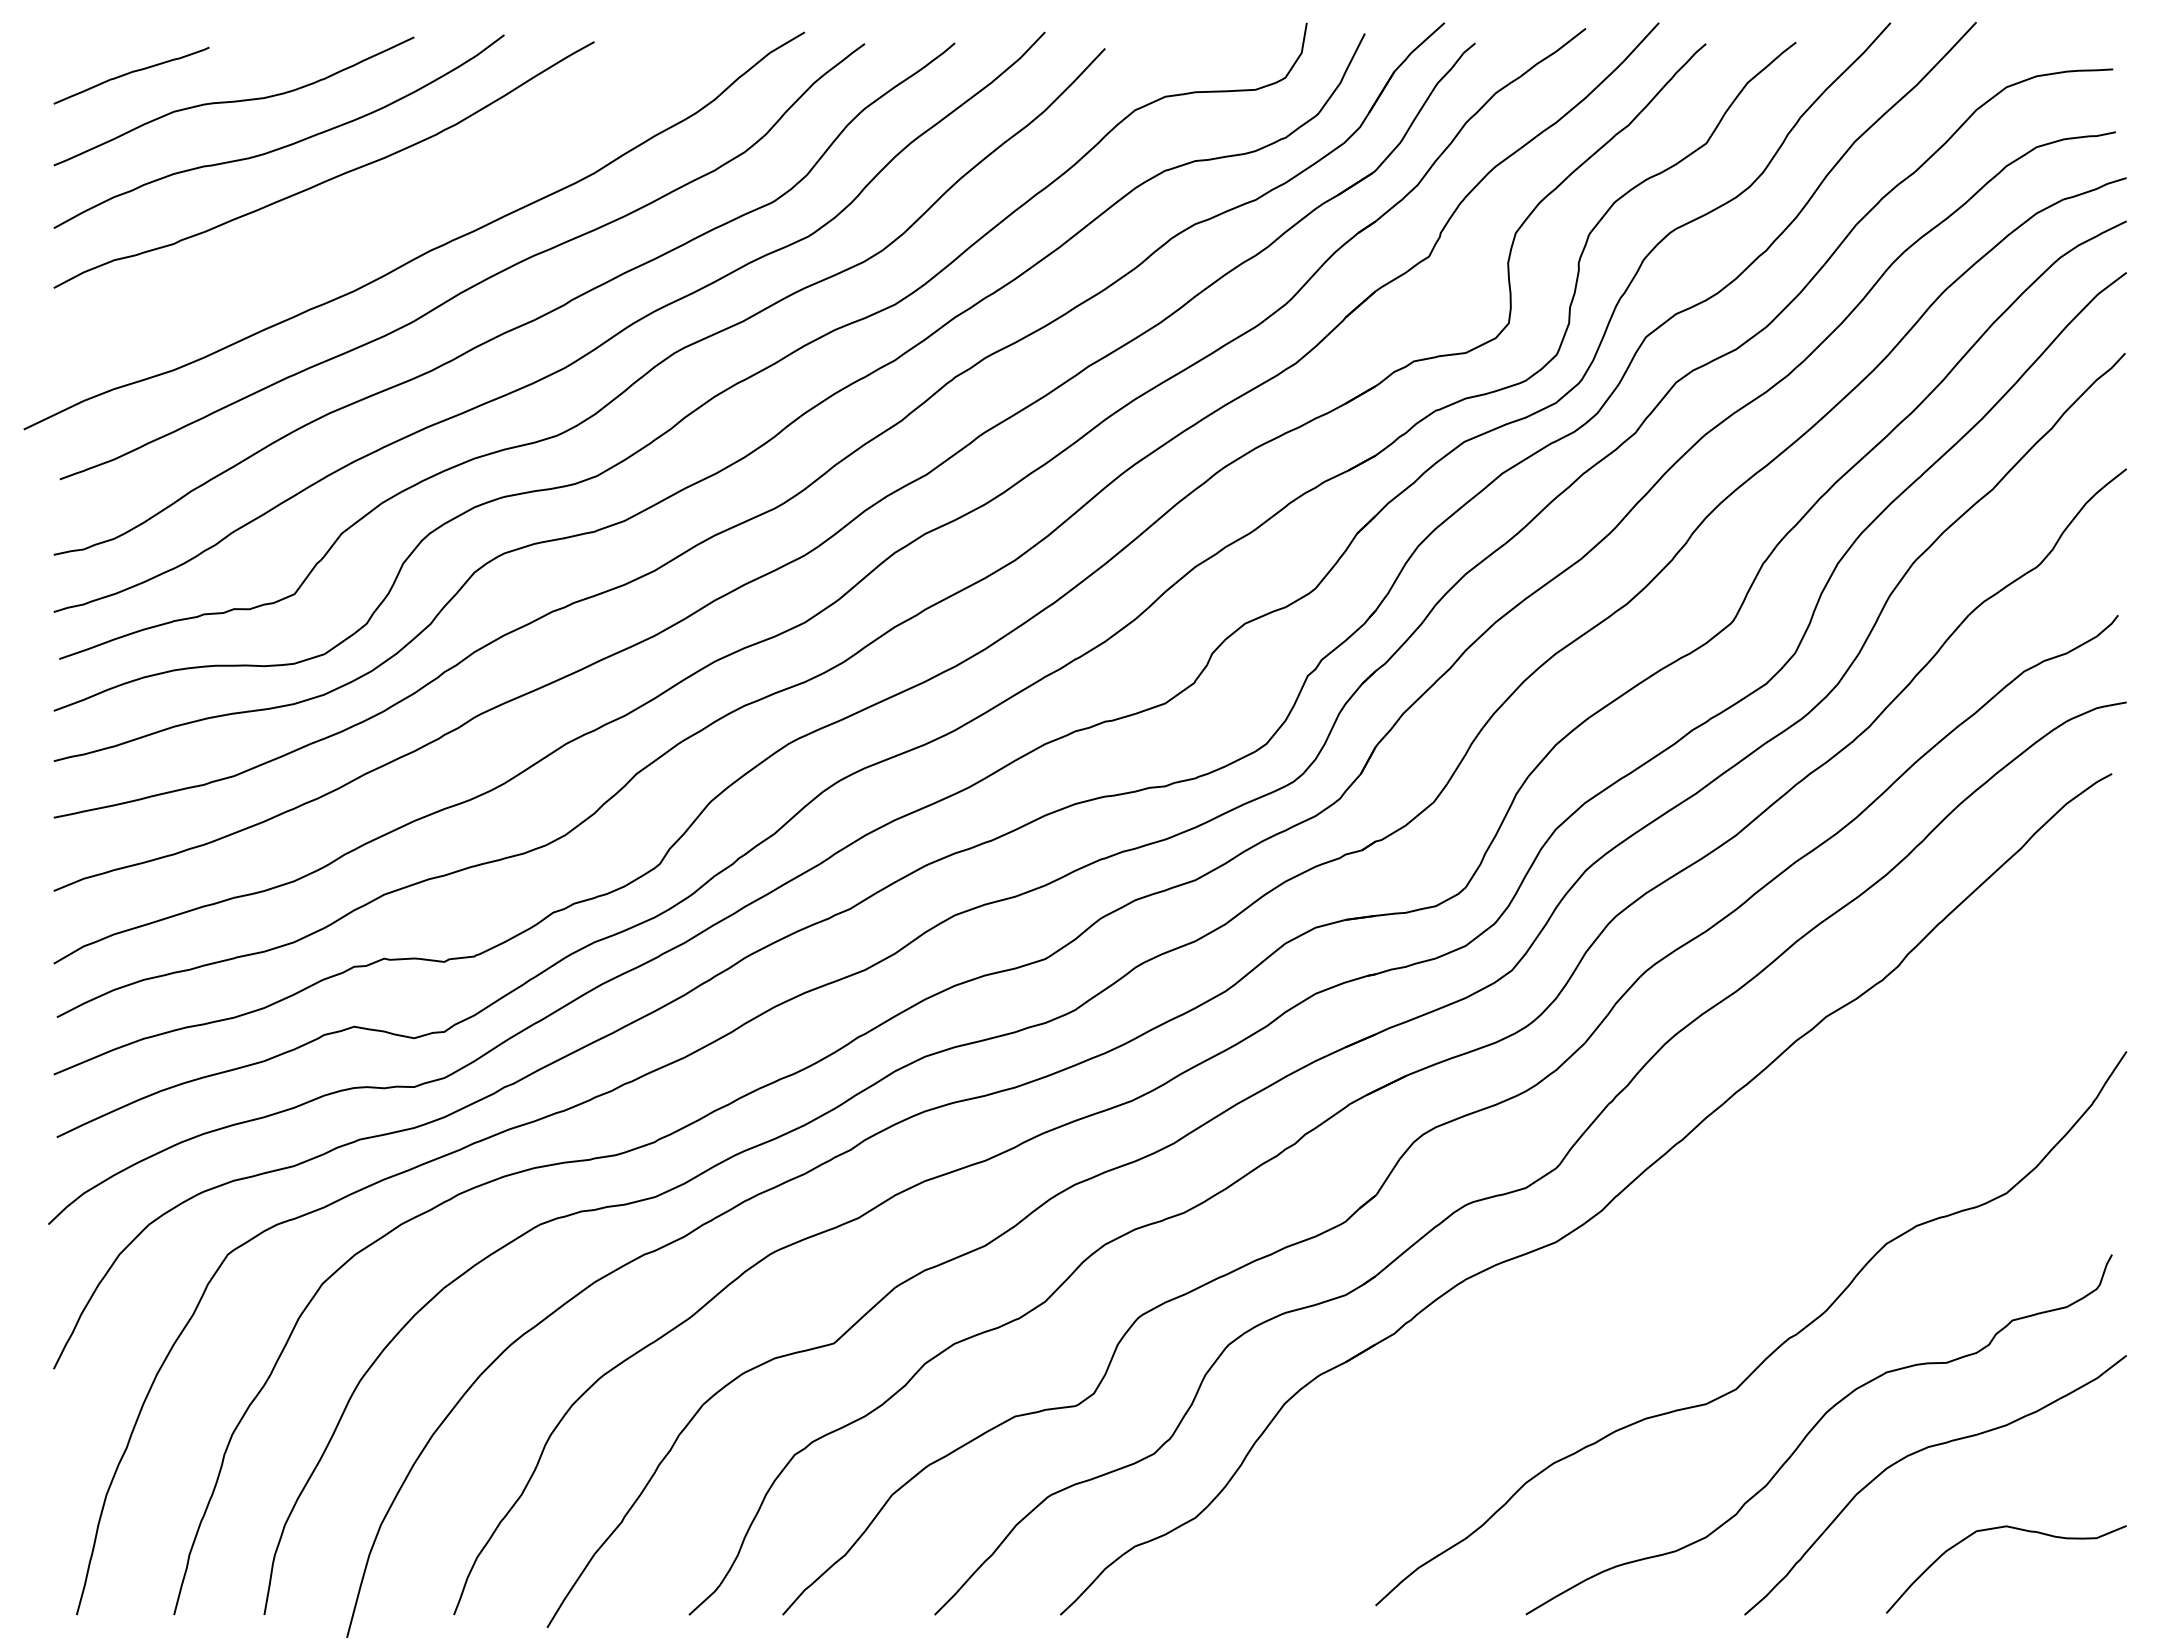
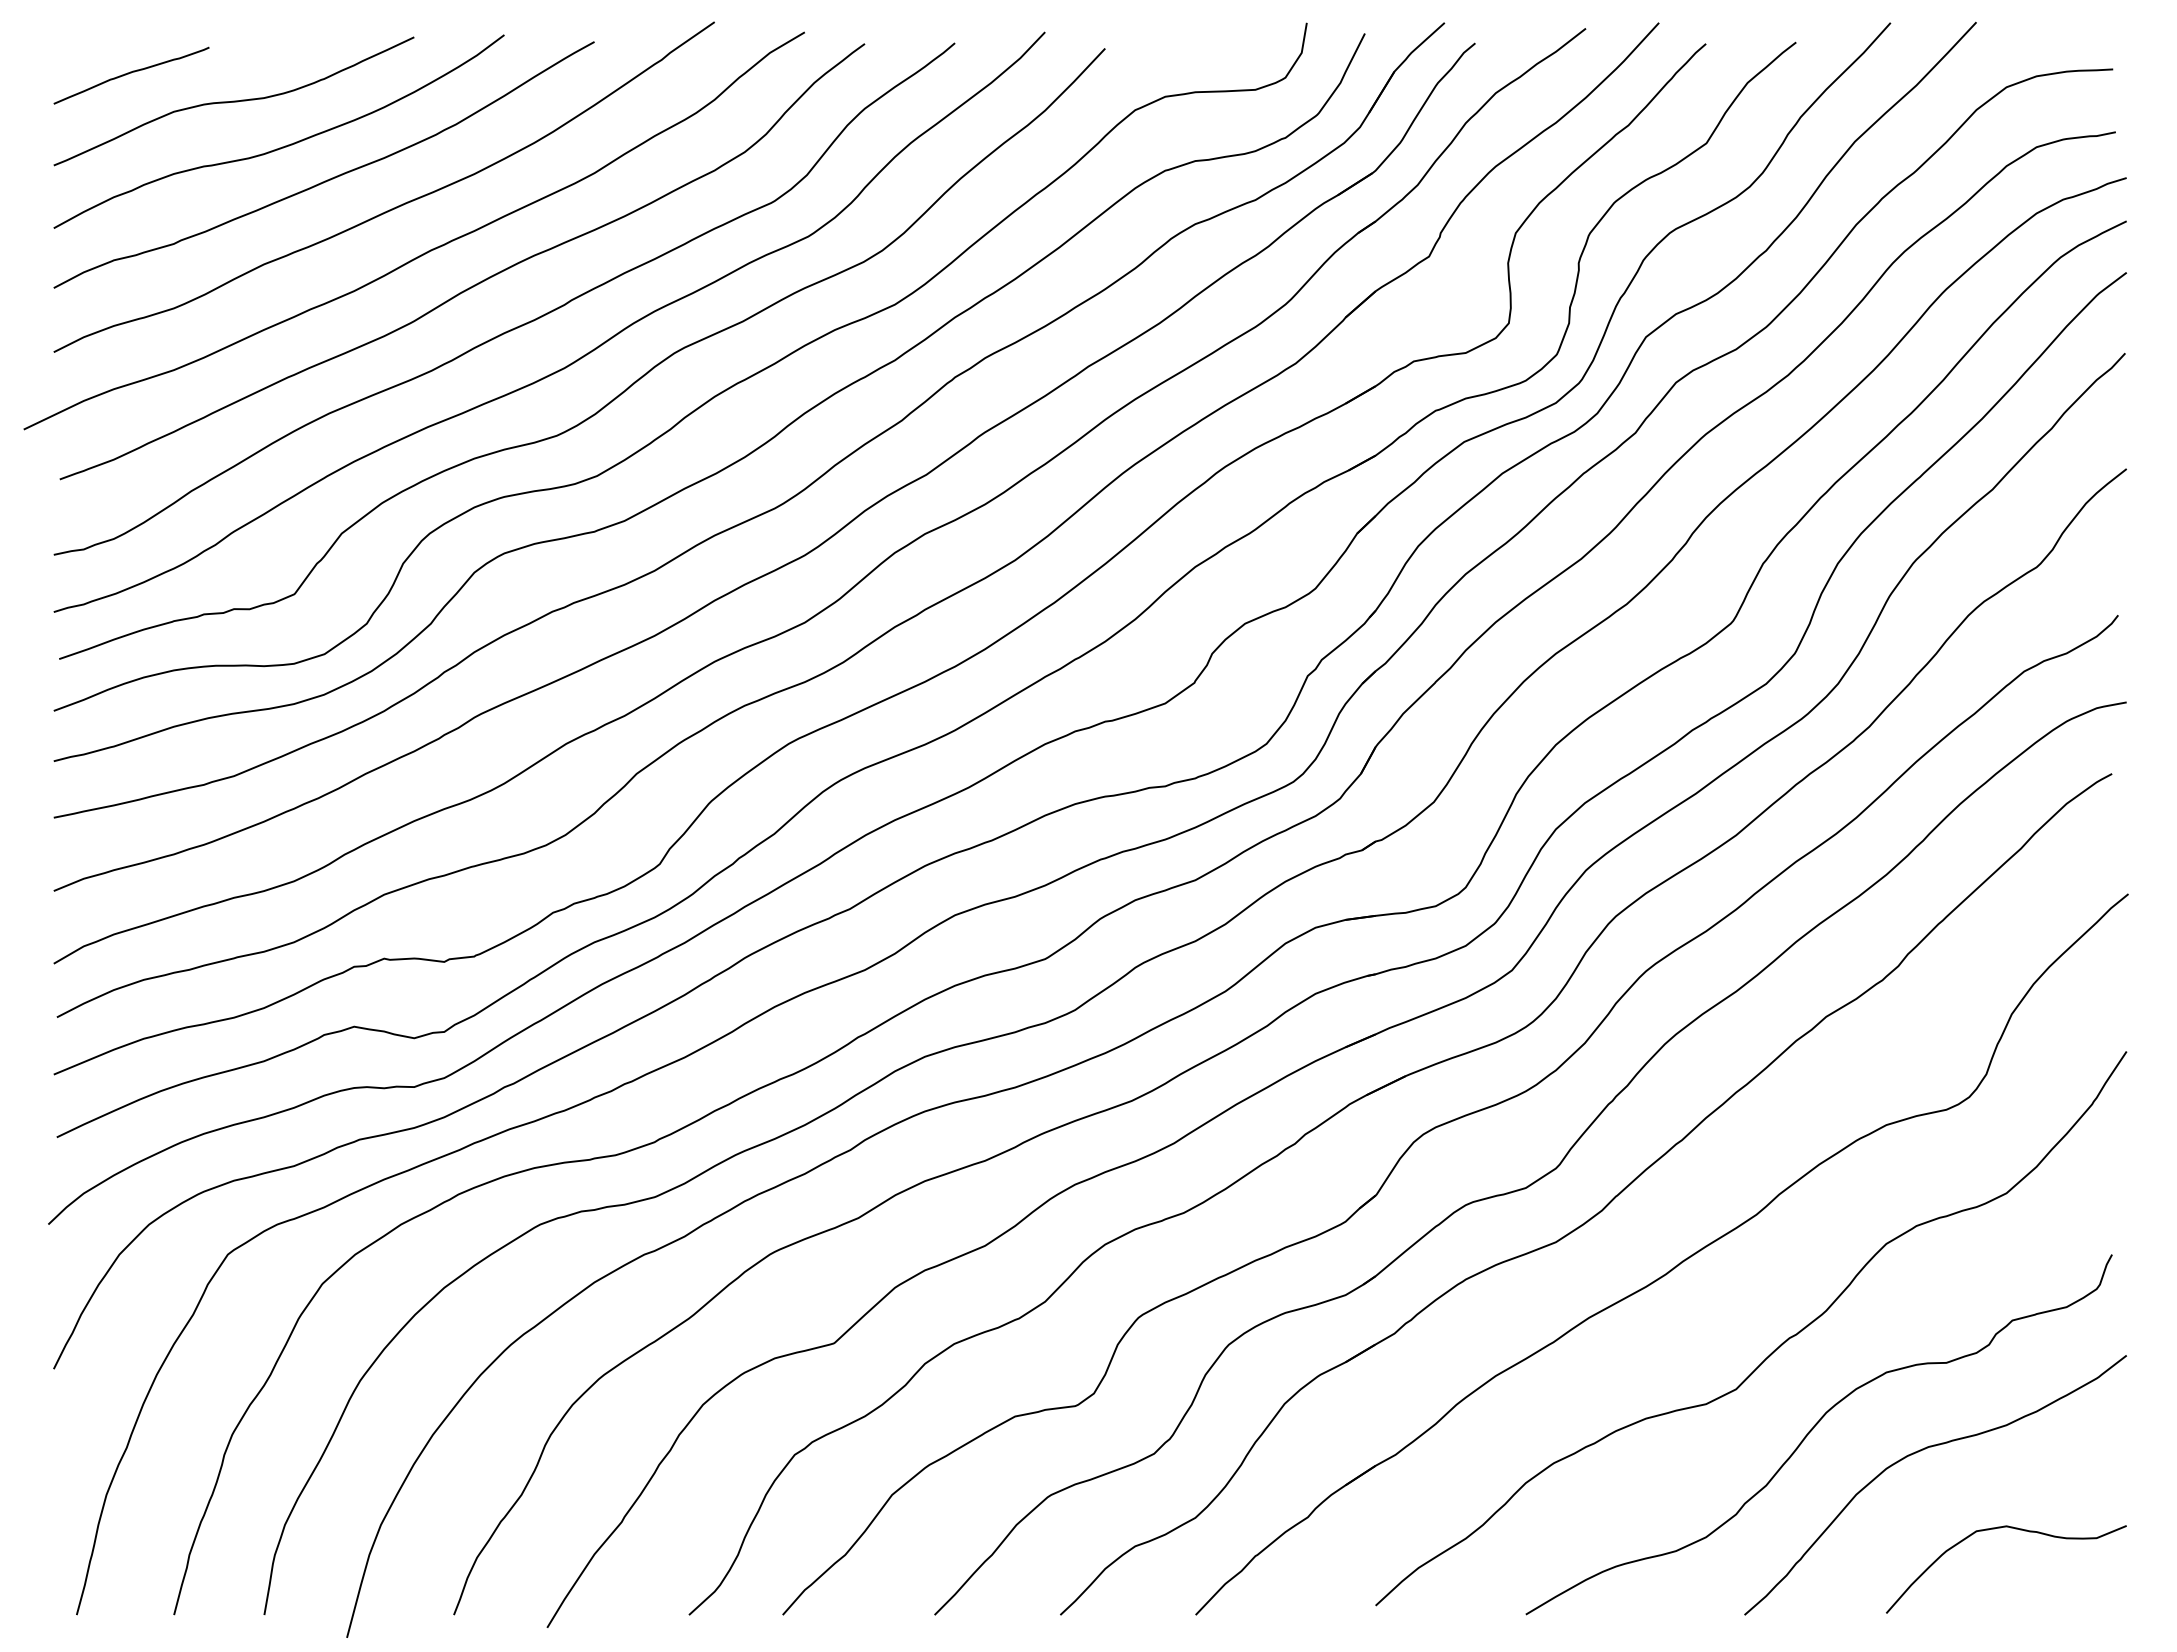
curve at (393, 207): none -> present
part at (1670, 1269): none -> present
